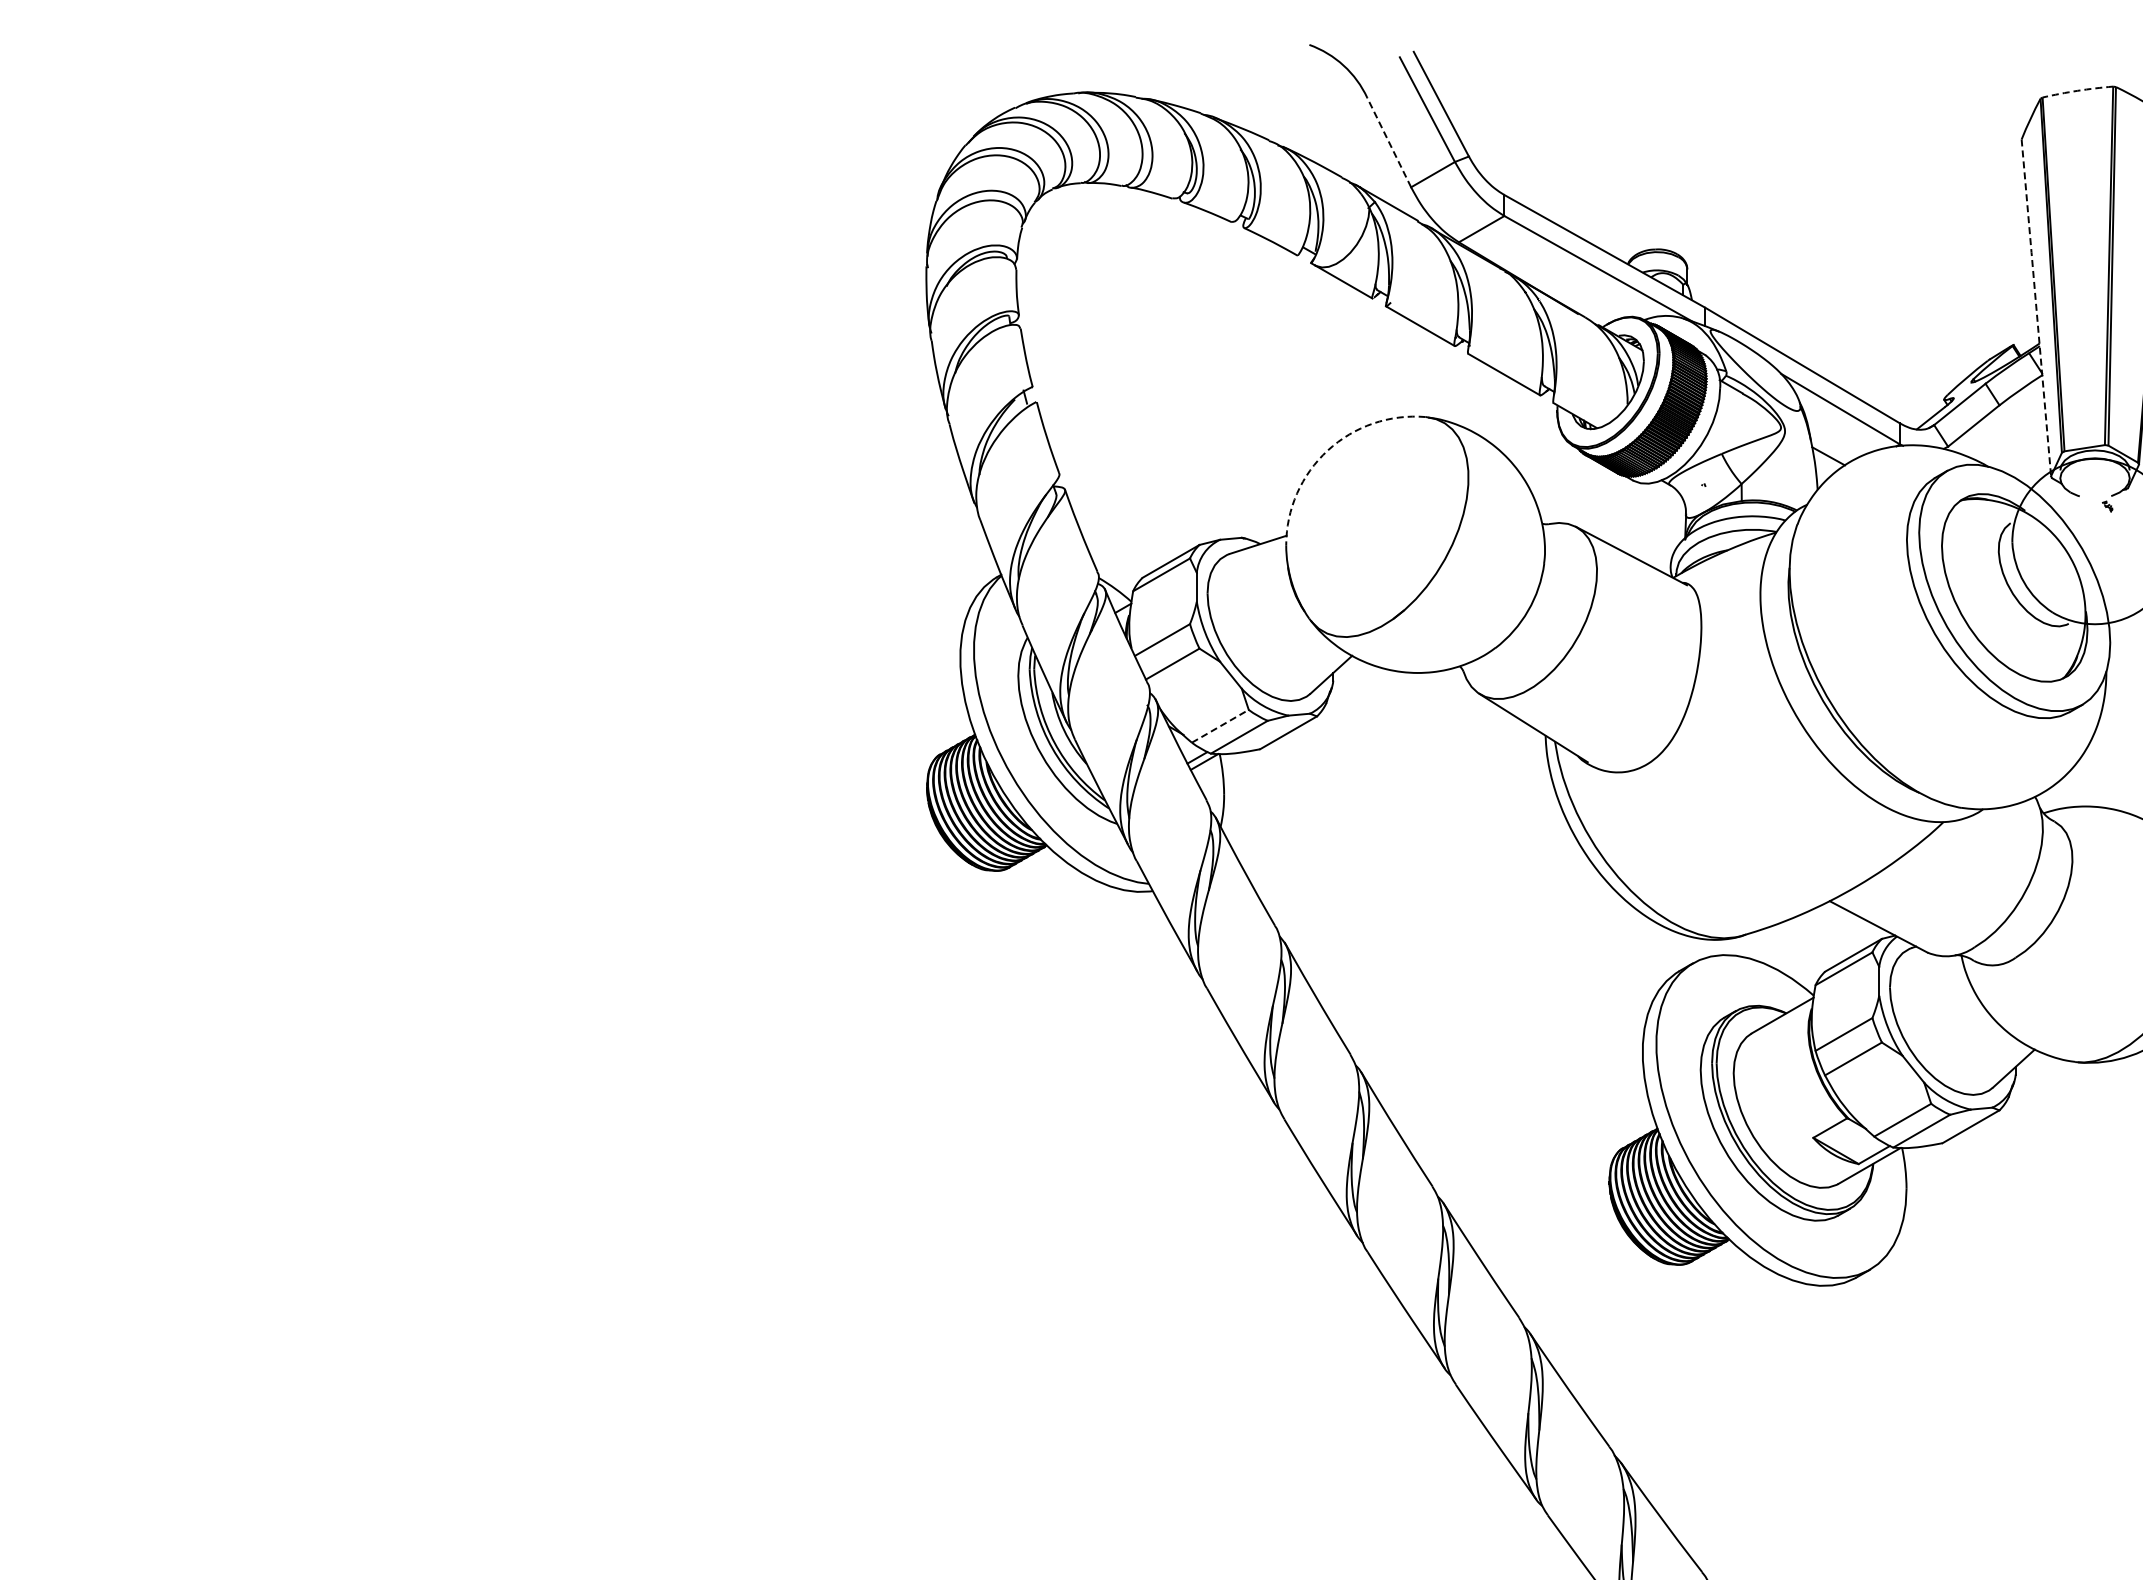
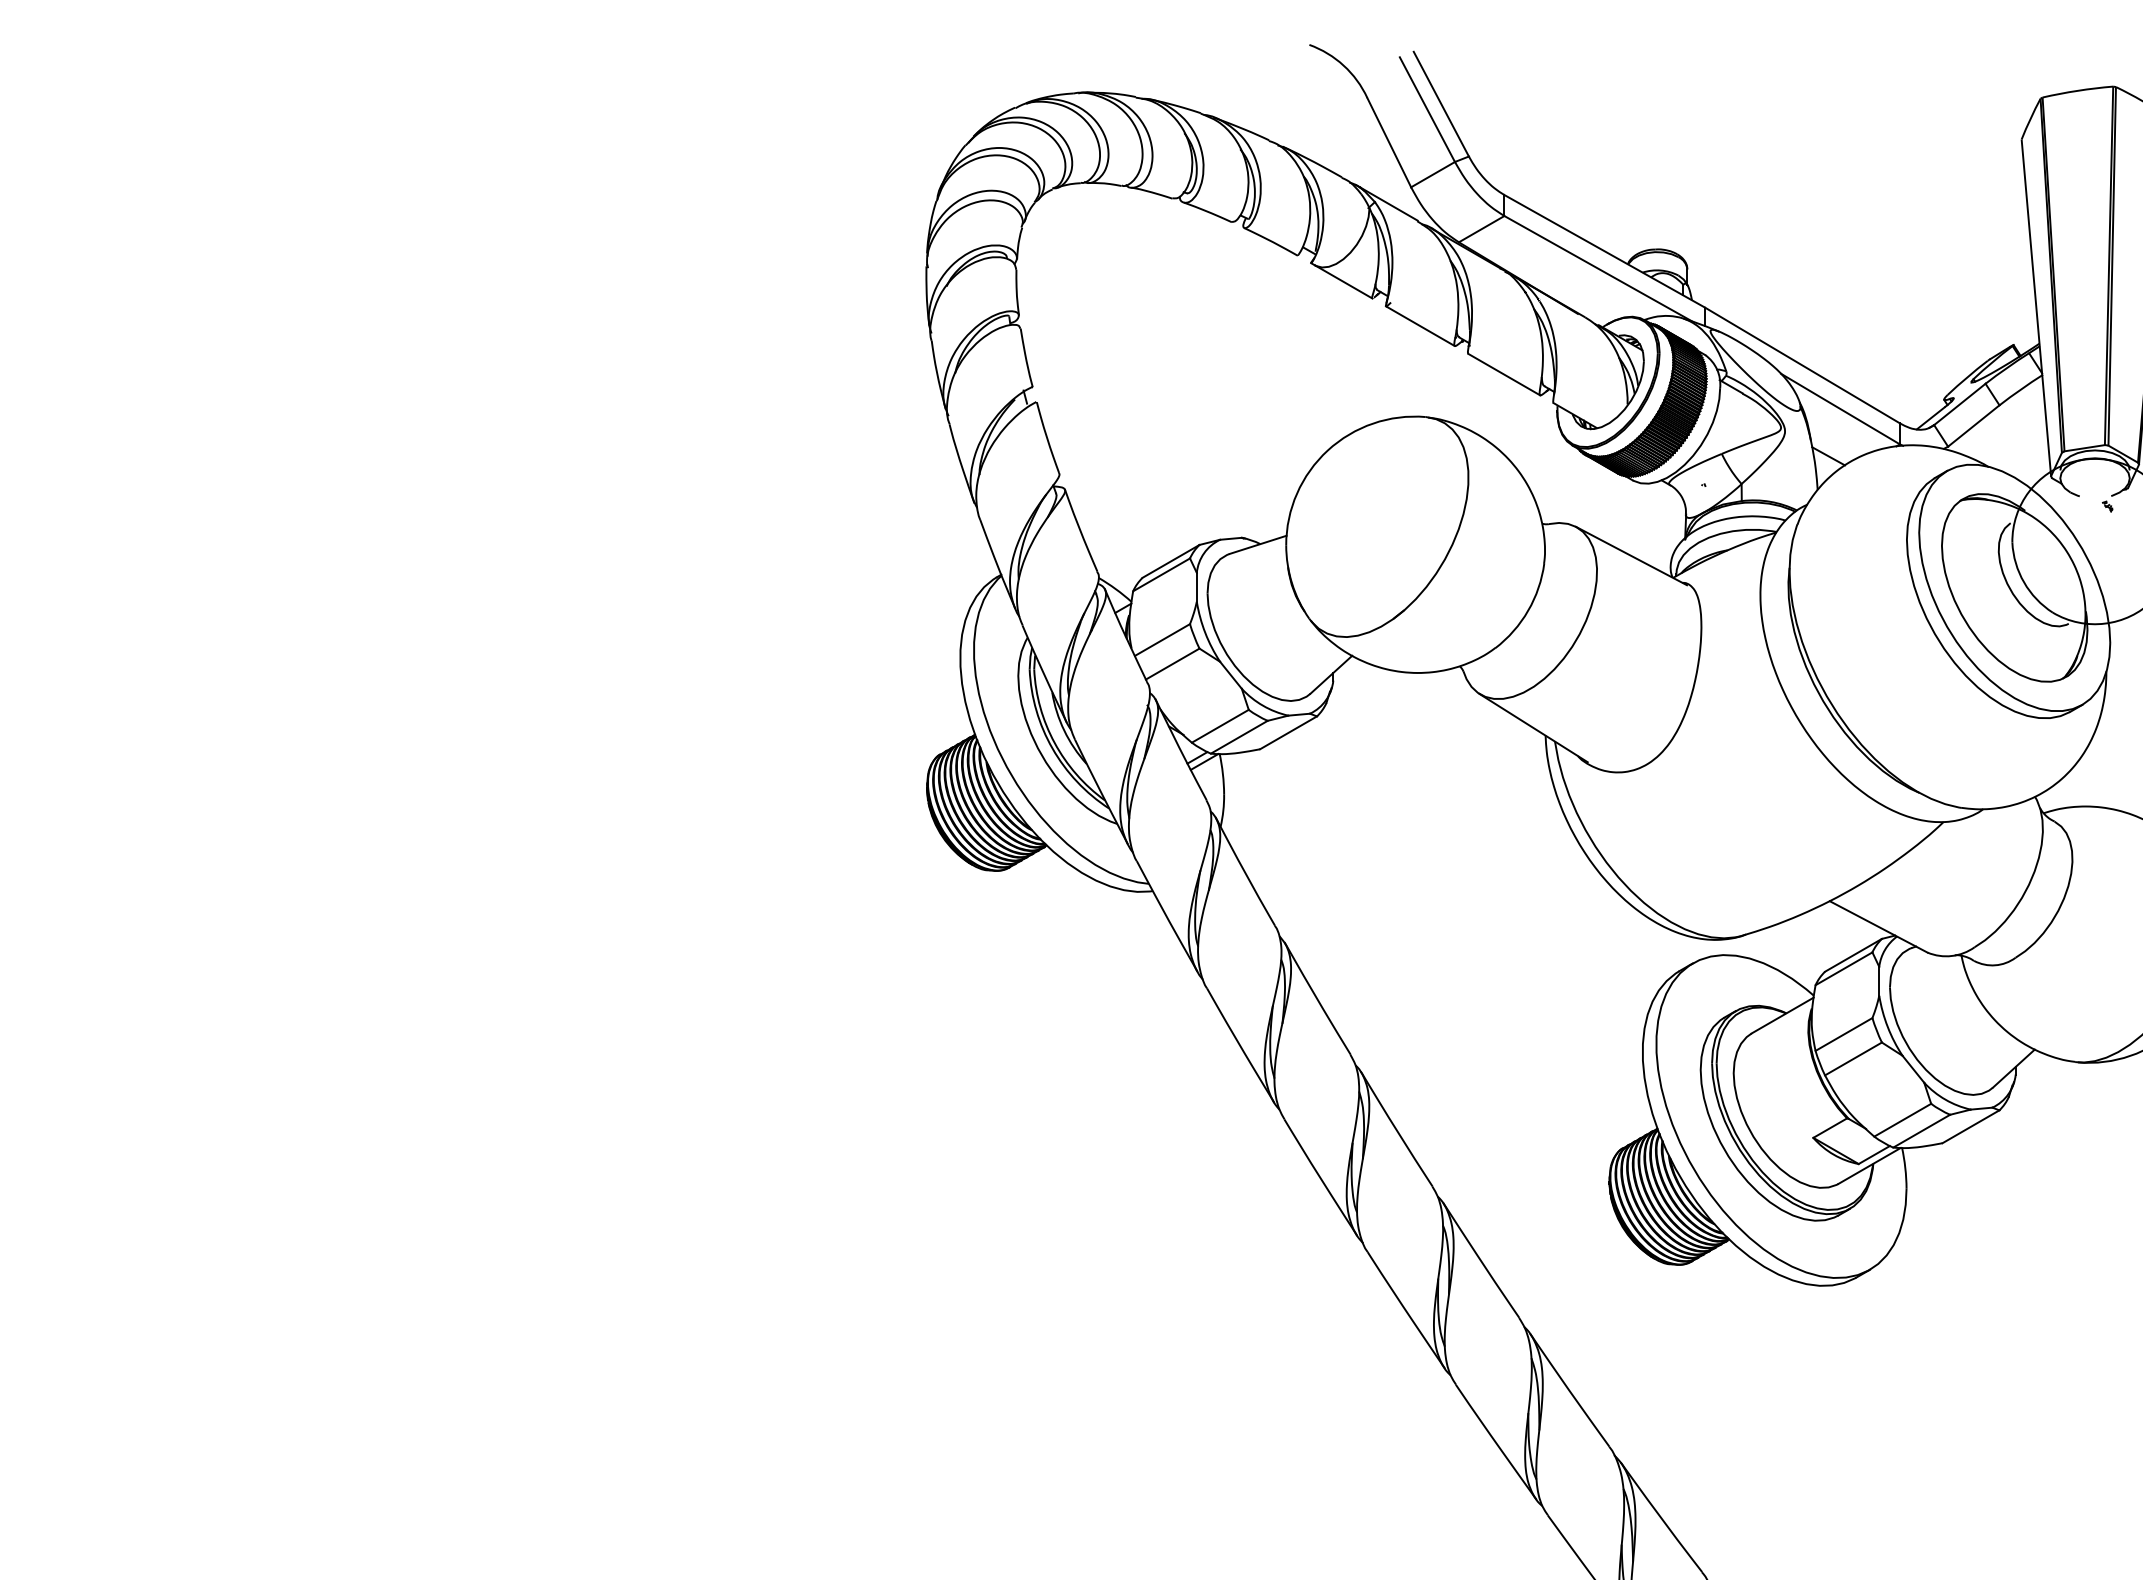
arc at (2077, 90): dashed -> solid
line at (1389, 142): dashed -> solid
line at (2036, 307): dashed -> solid
arc at (1327, 450): dashed -> solid
line at (1220, 726): dashed -> solid
